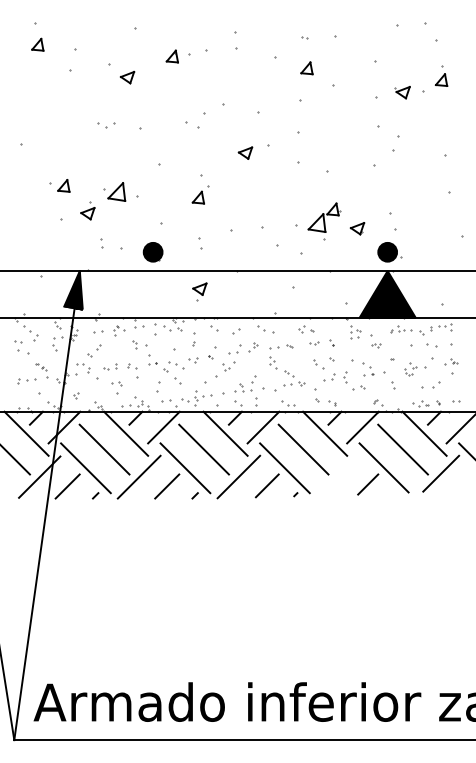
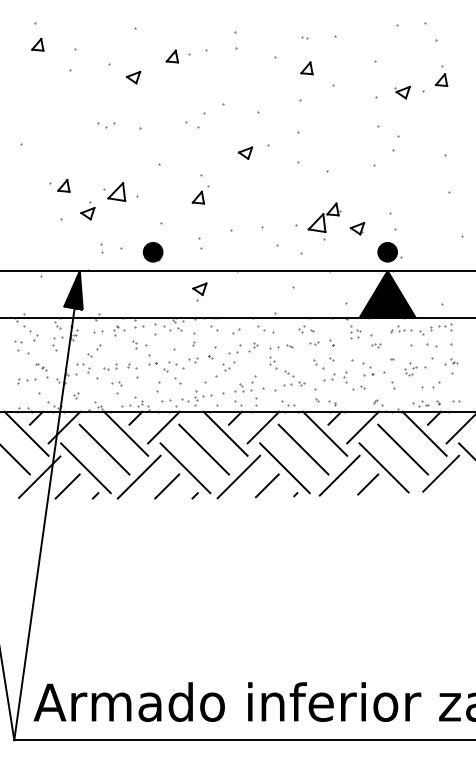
part at (127, 77) position: (127, 77) -> (133, 77)
part at (101, 243) position: (101, 243) -> (101, 248)
line at (339, 475): none -> present
